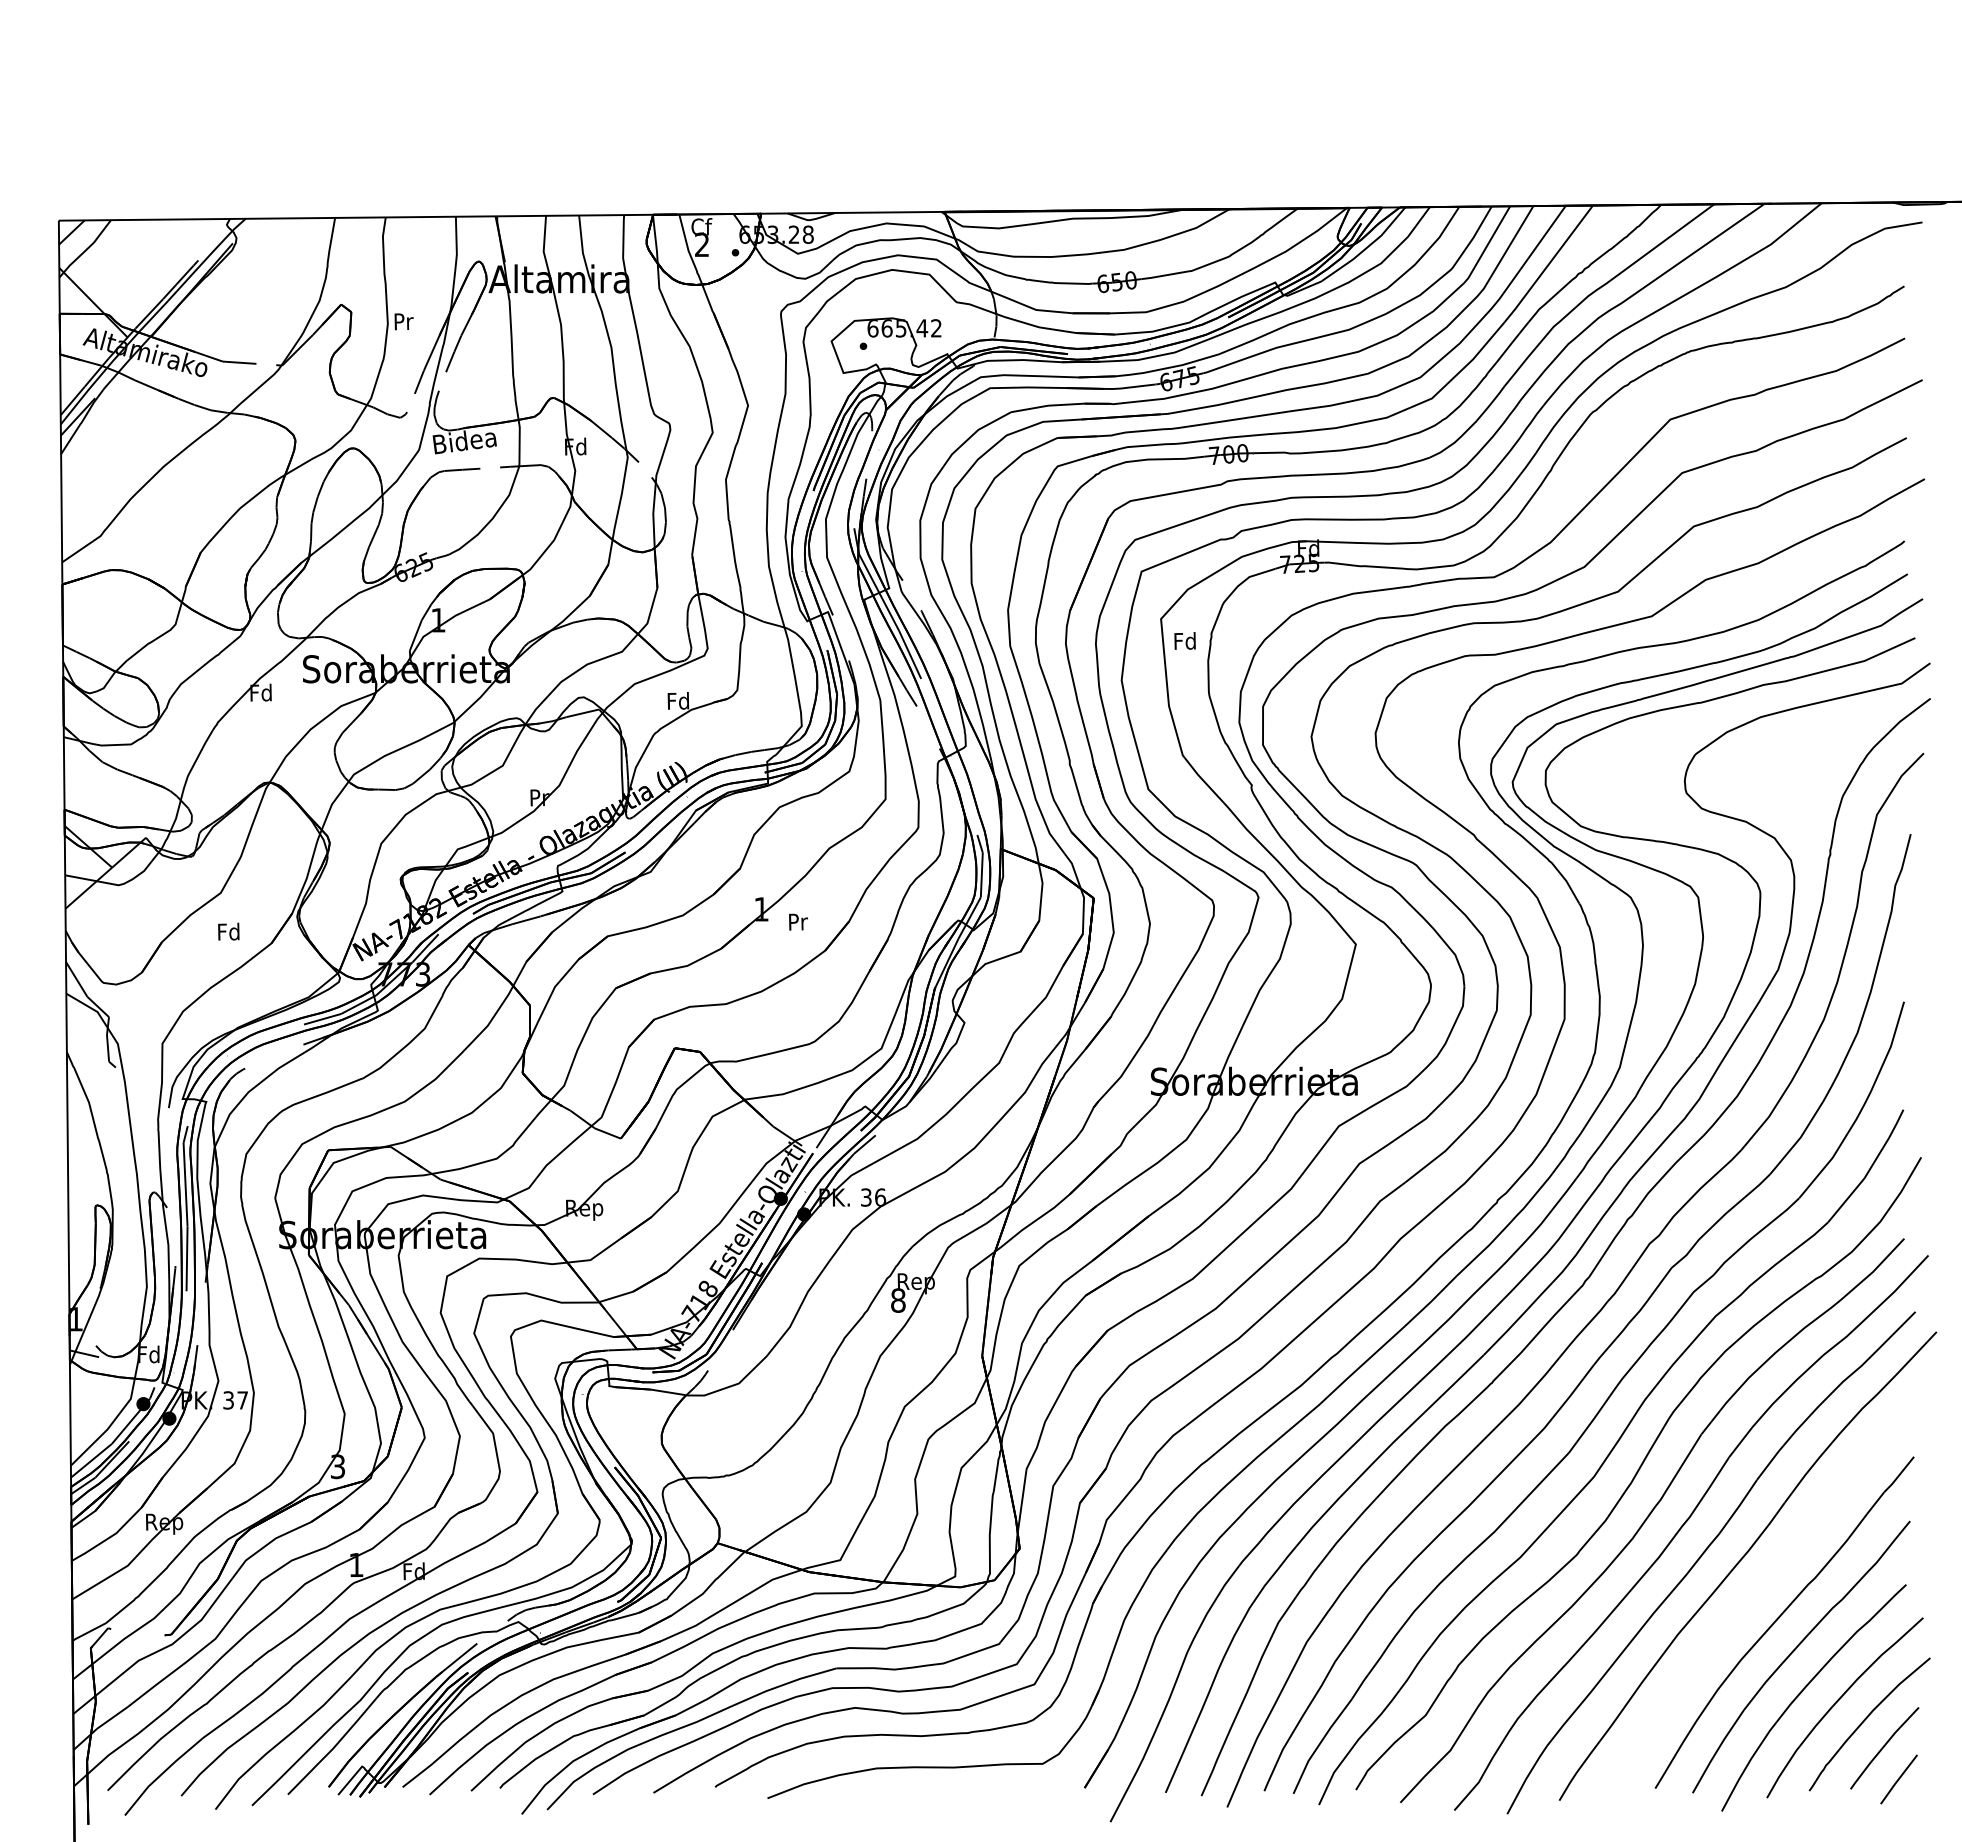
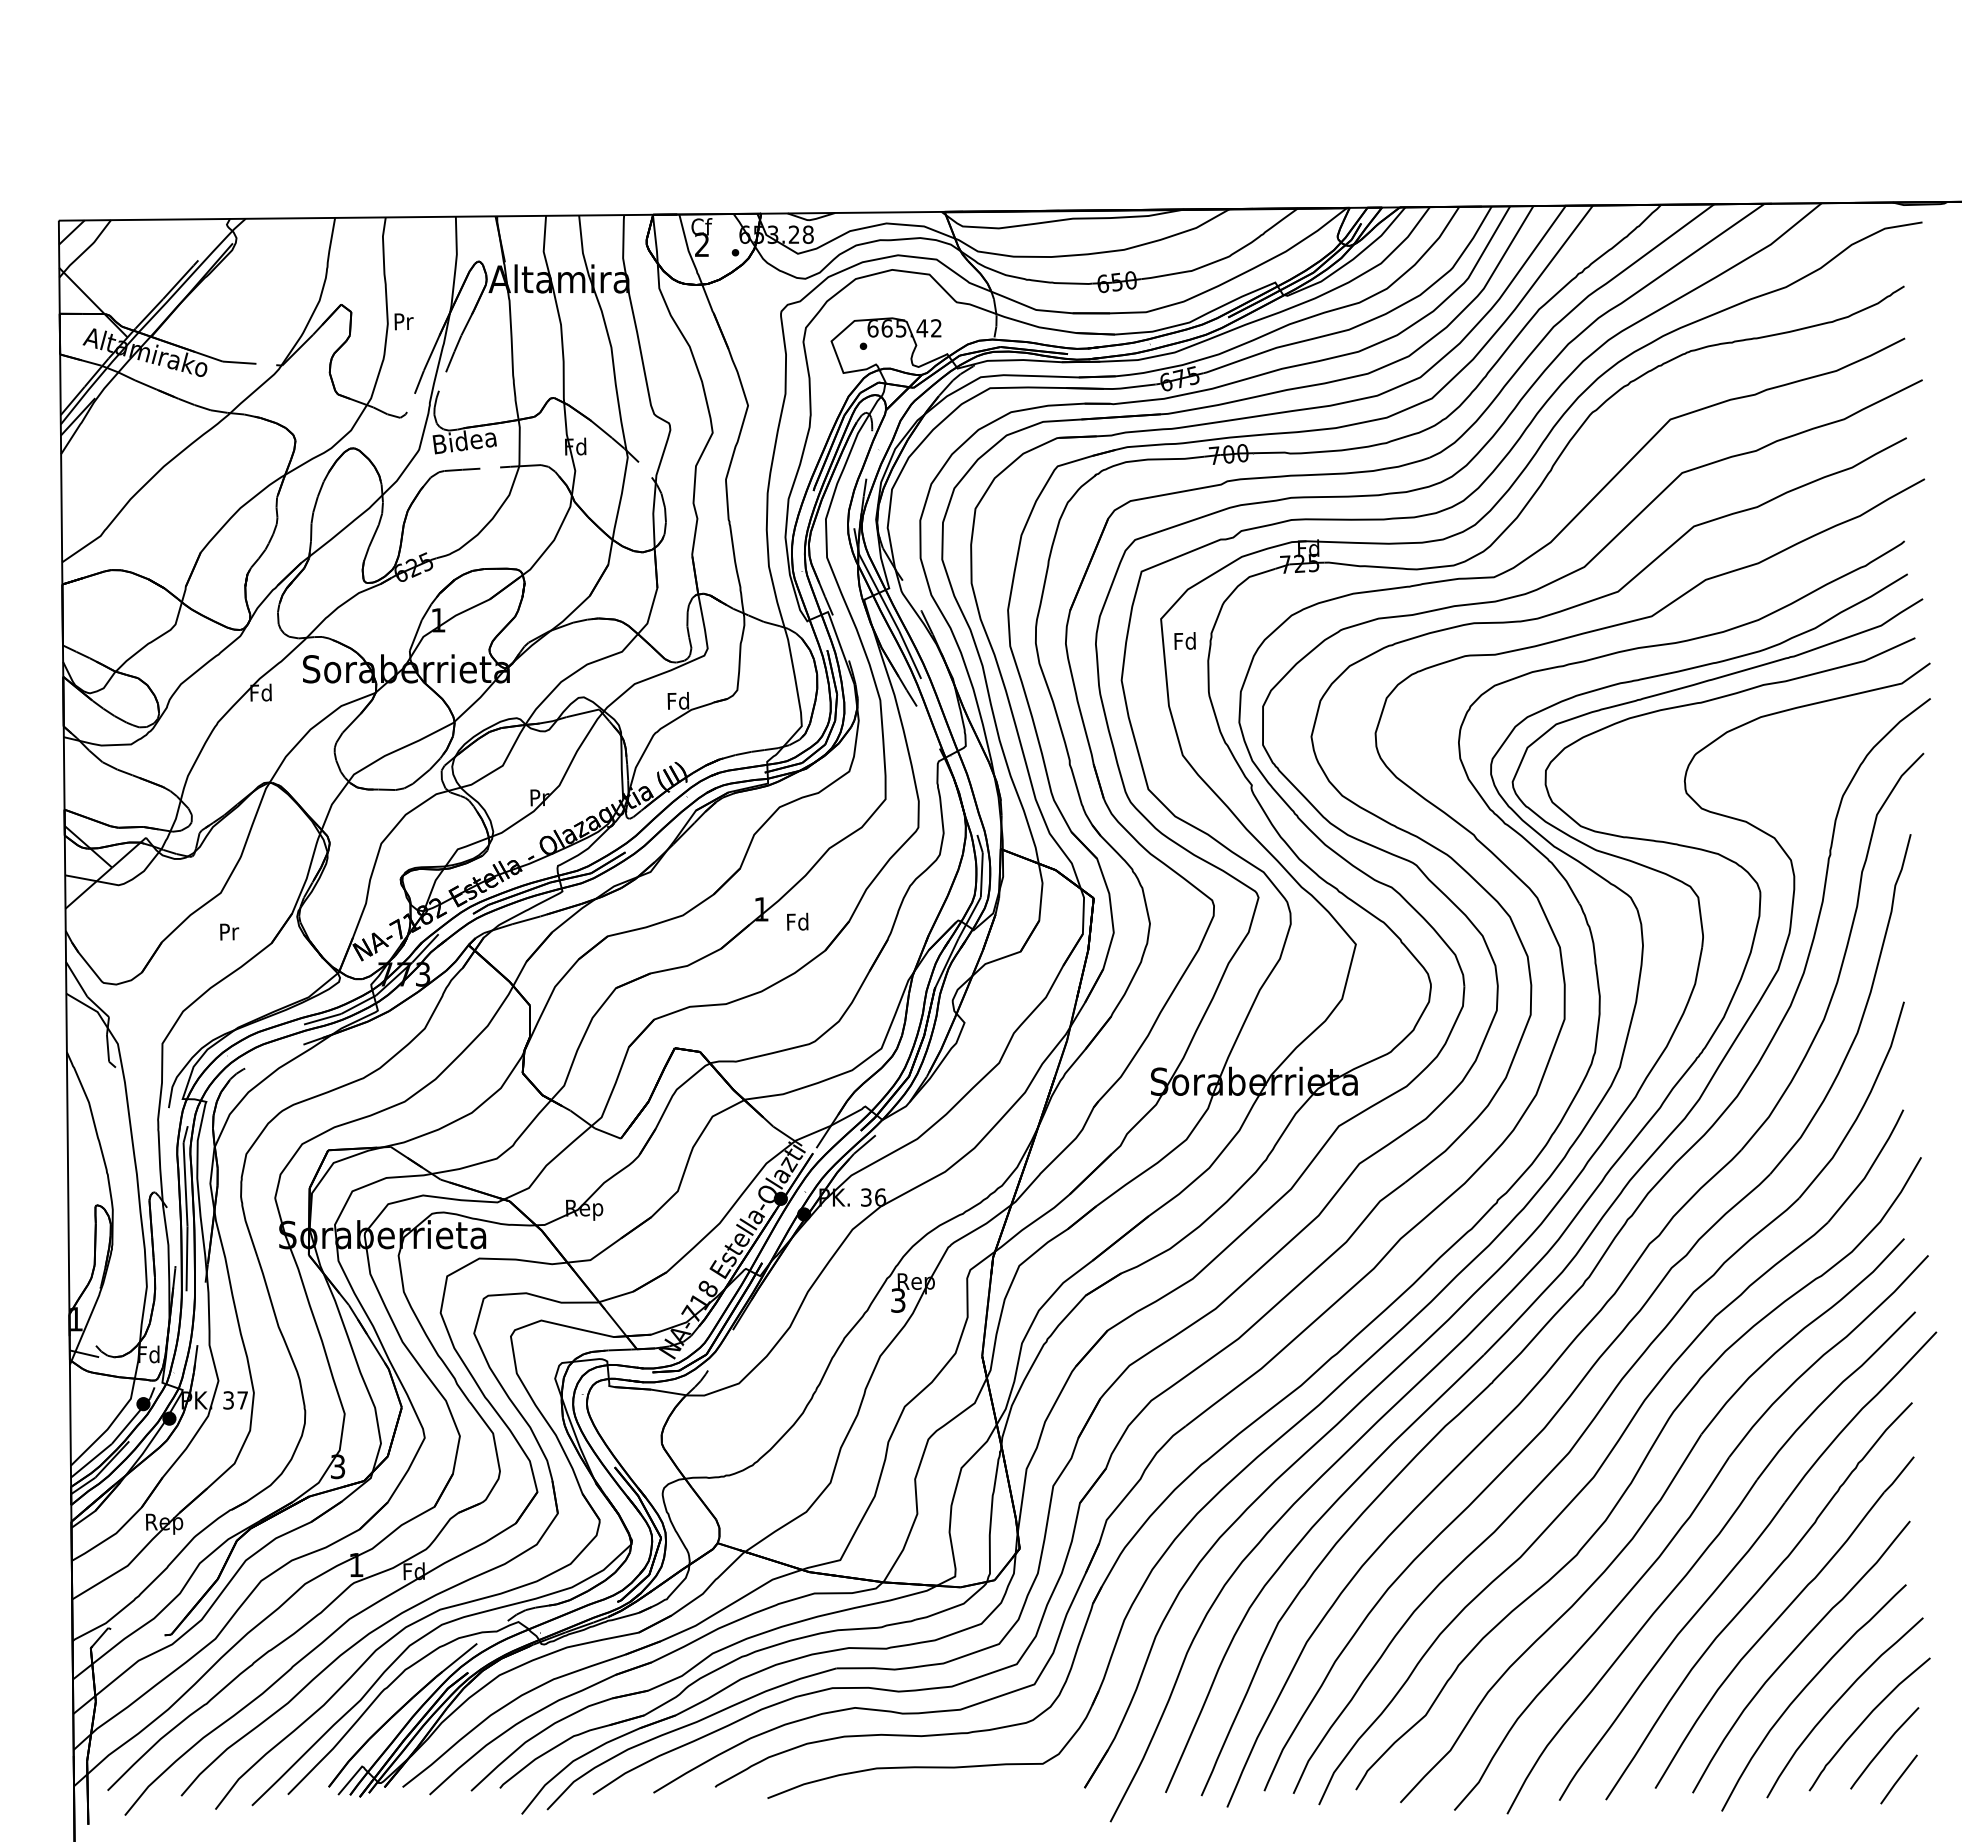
text at (797, 921): Pr -> Fd
text at (228, 931): Fd -> Pr
text at (898, 1300): 8 -> 3
curve at (1754, 1596): none -> present
